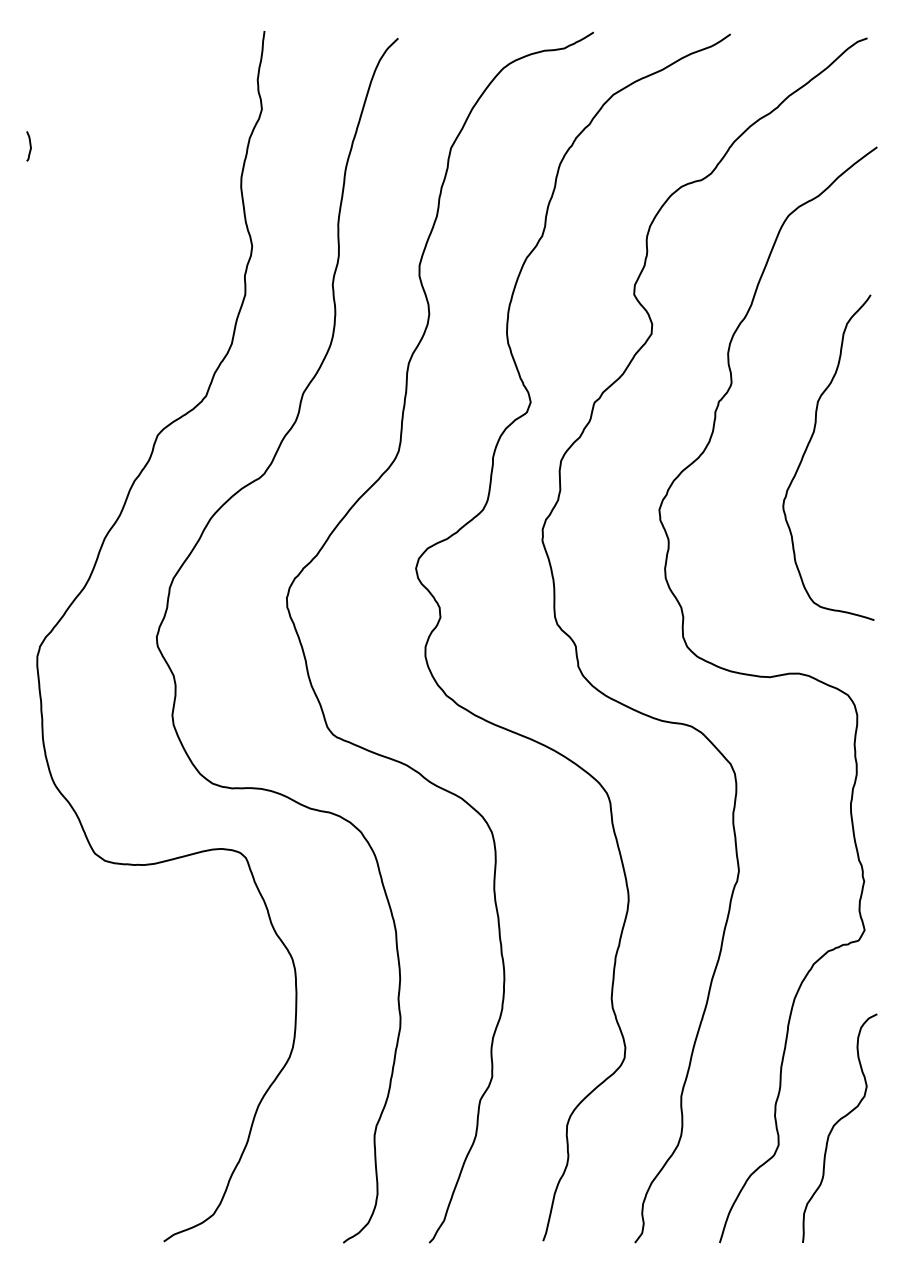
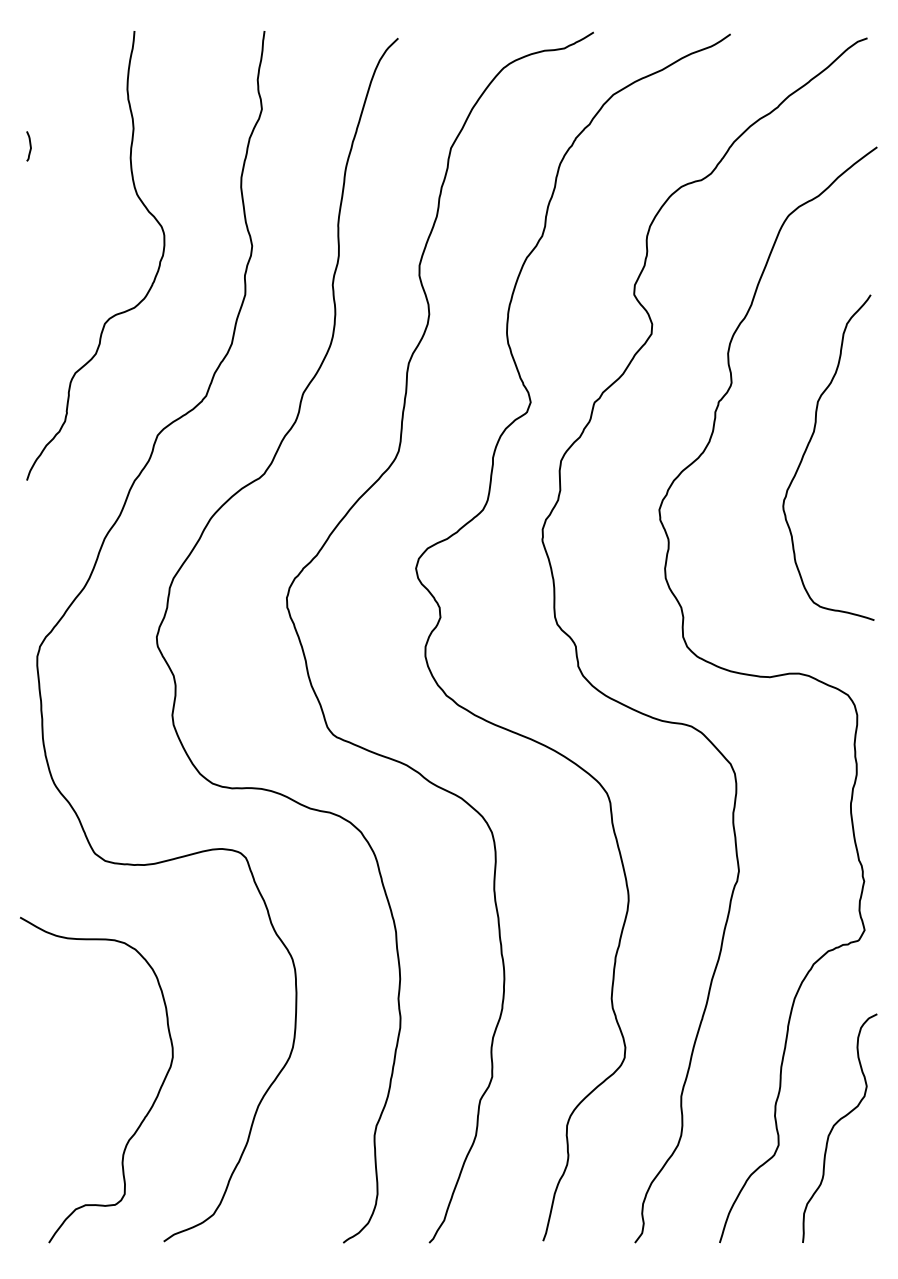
curve at (116, 313): none -> present
curve at (146, 1113): none -> present
